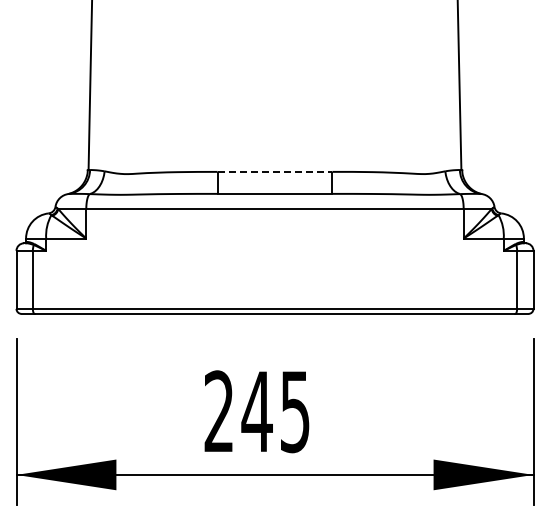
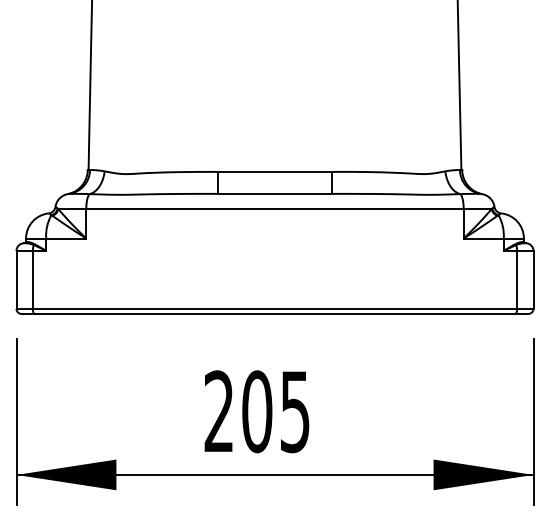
line at (275, 171): dashed -> solid
text at (256, 411): 245 -> 205
